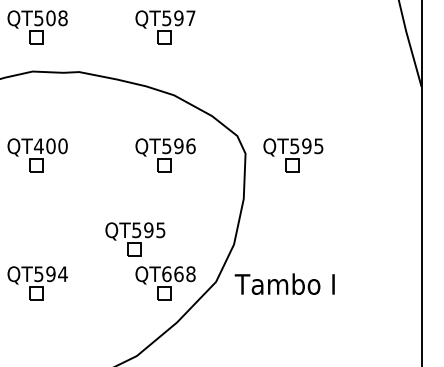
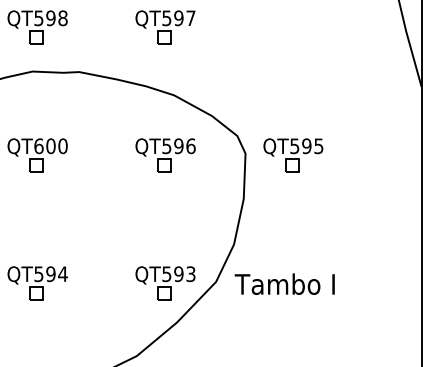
text at (50, 18): QT508 -> QT598
text at (38, 146): QT400 -> QT600
part at (135, 239): present -> none
text at (178, 274): QT668 -> QT593
